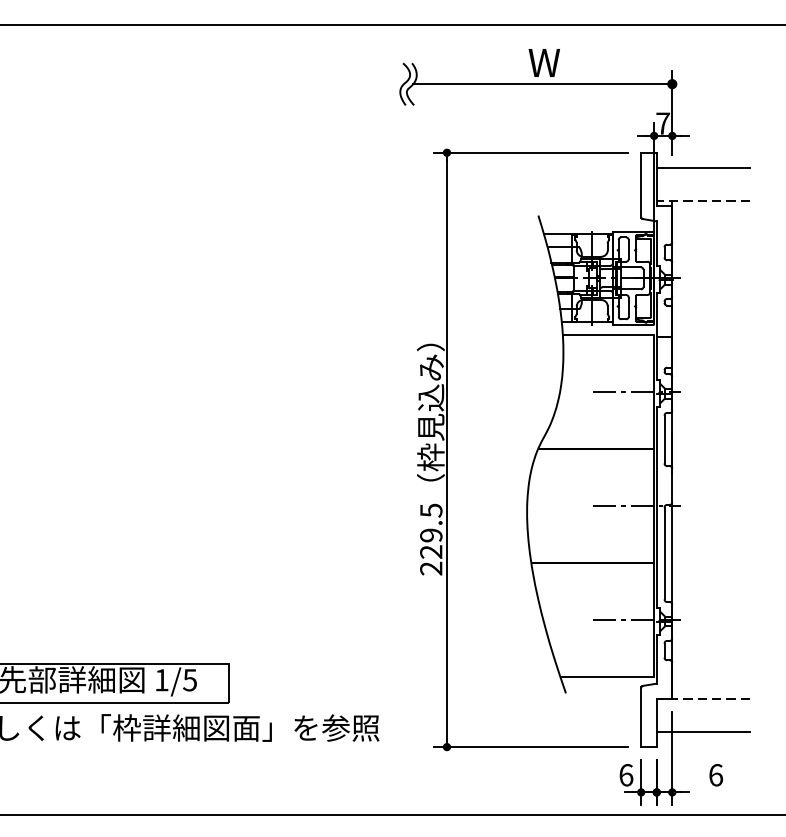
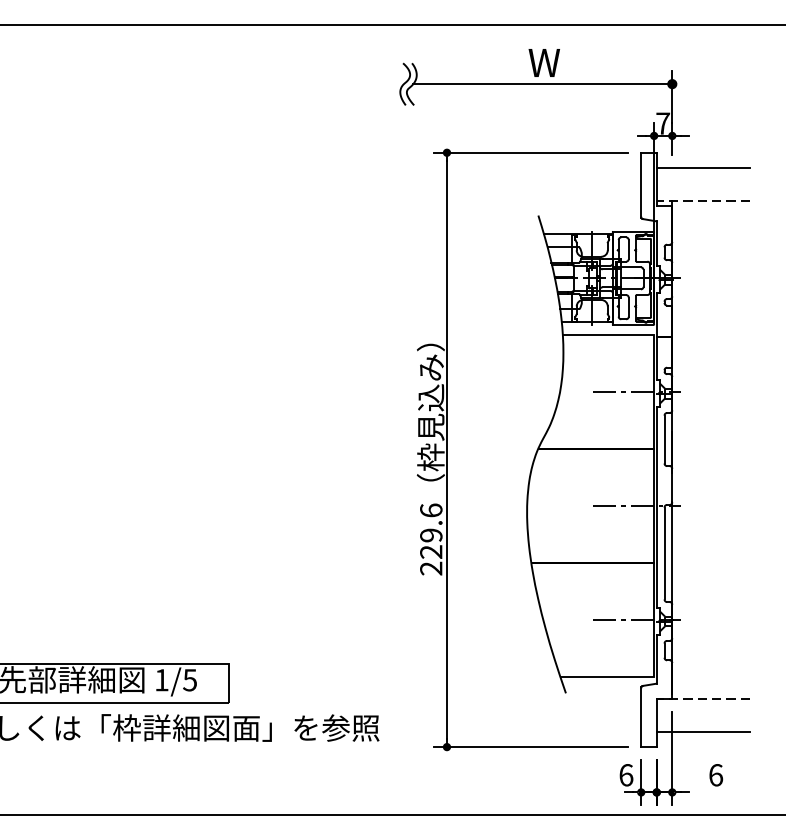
text at (431, 510): 229.5 -> 229.6
